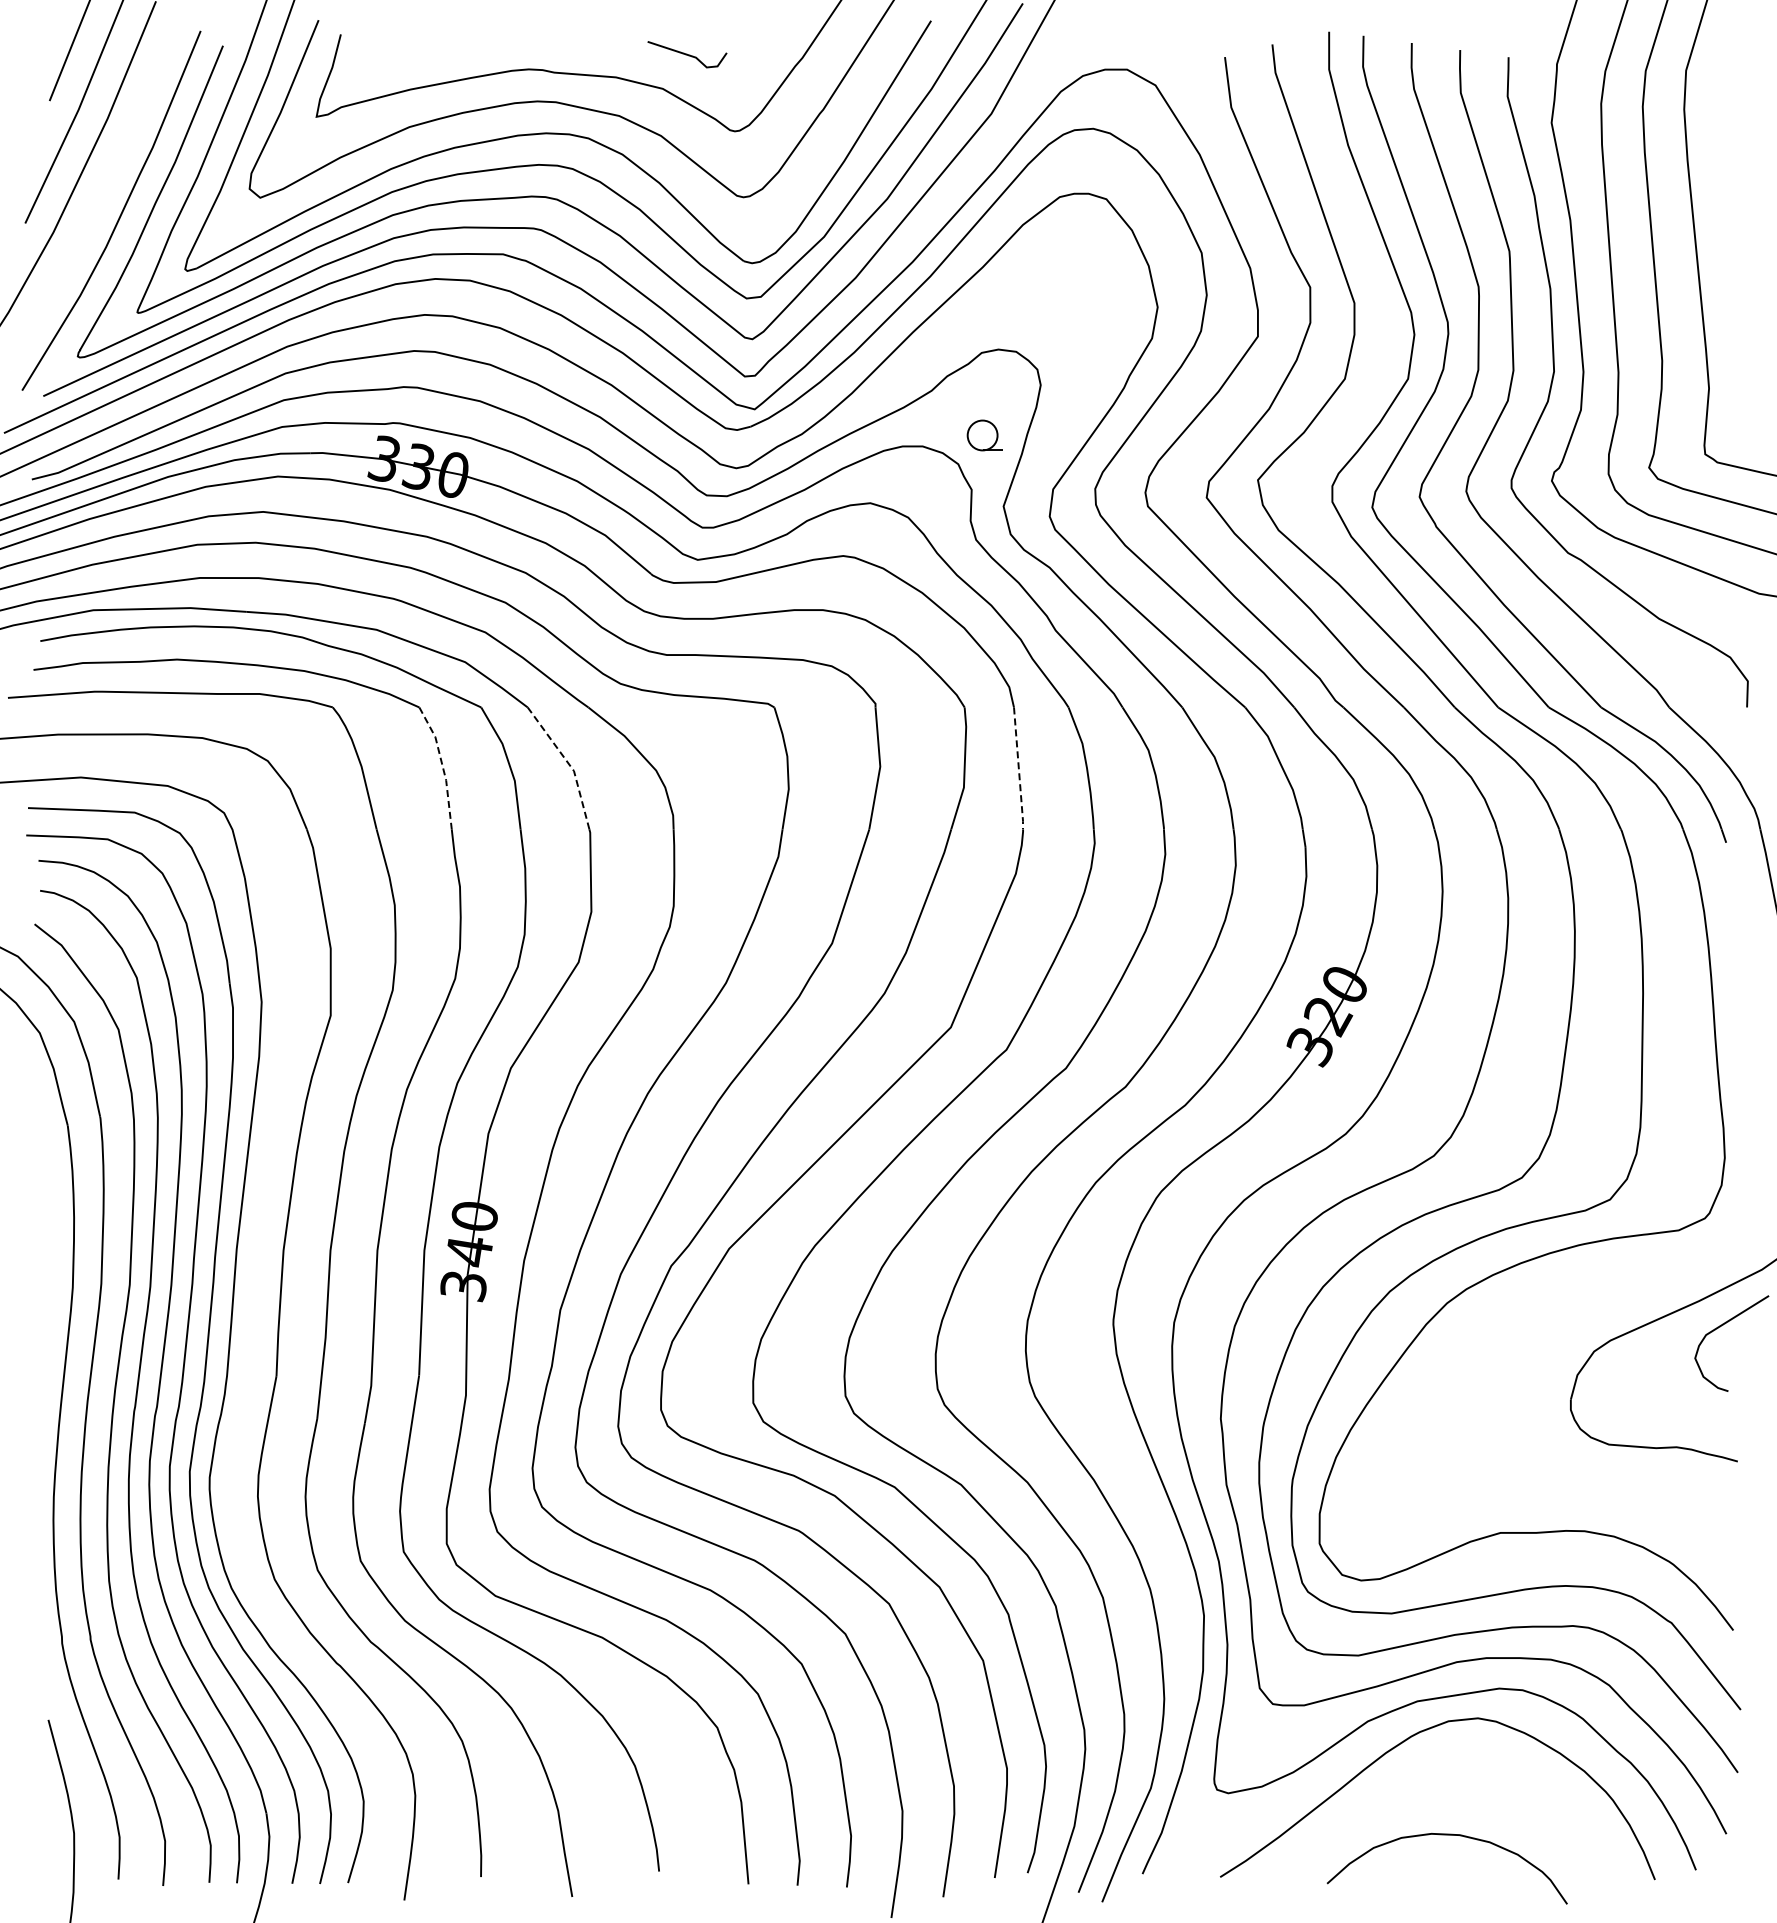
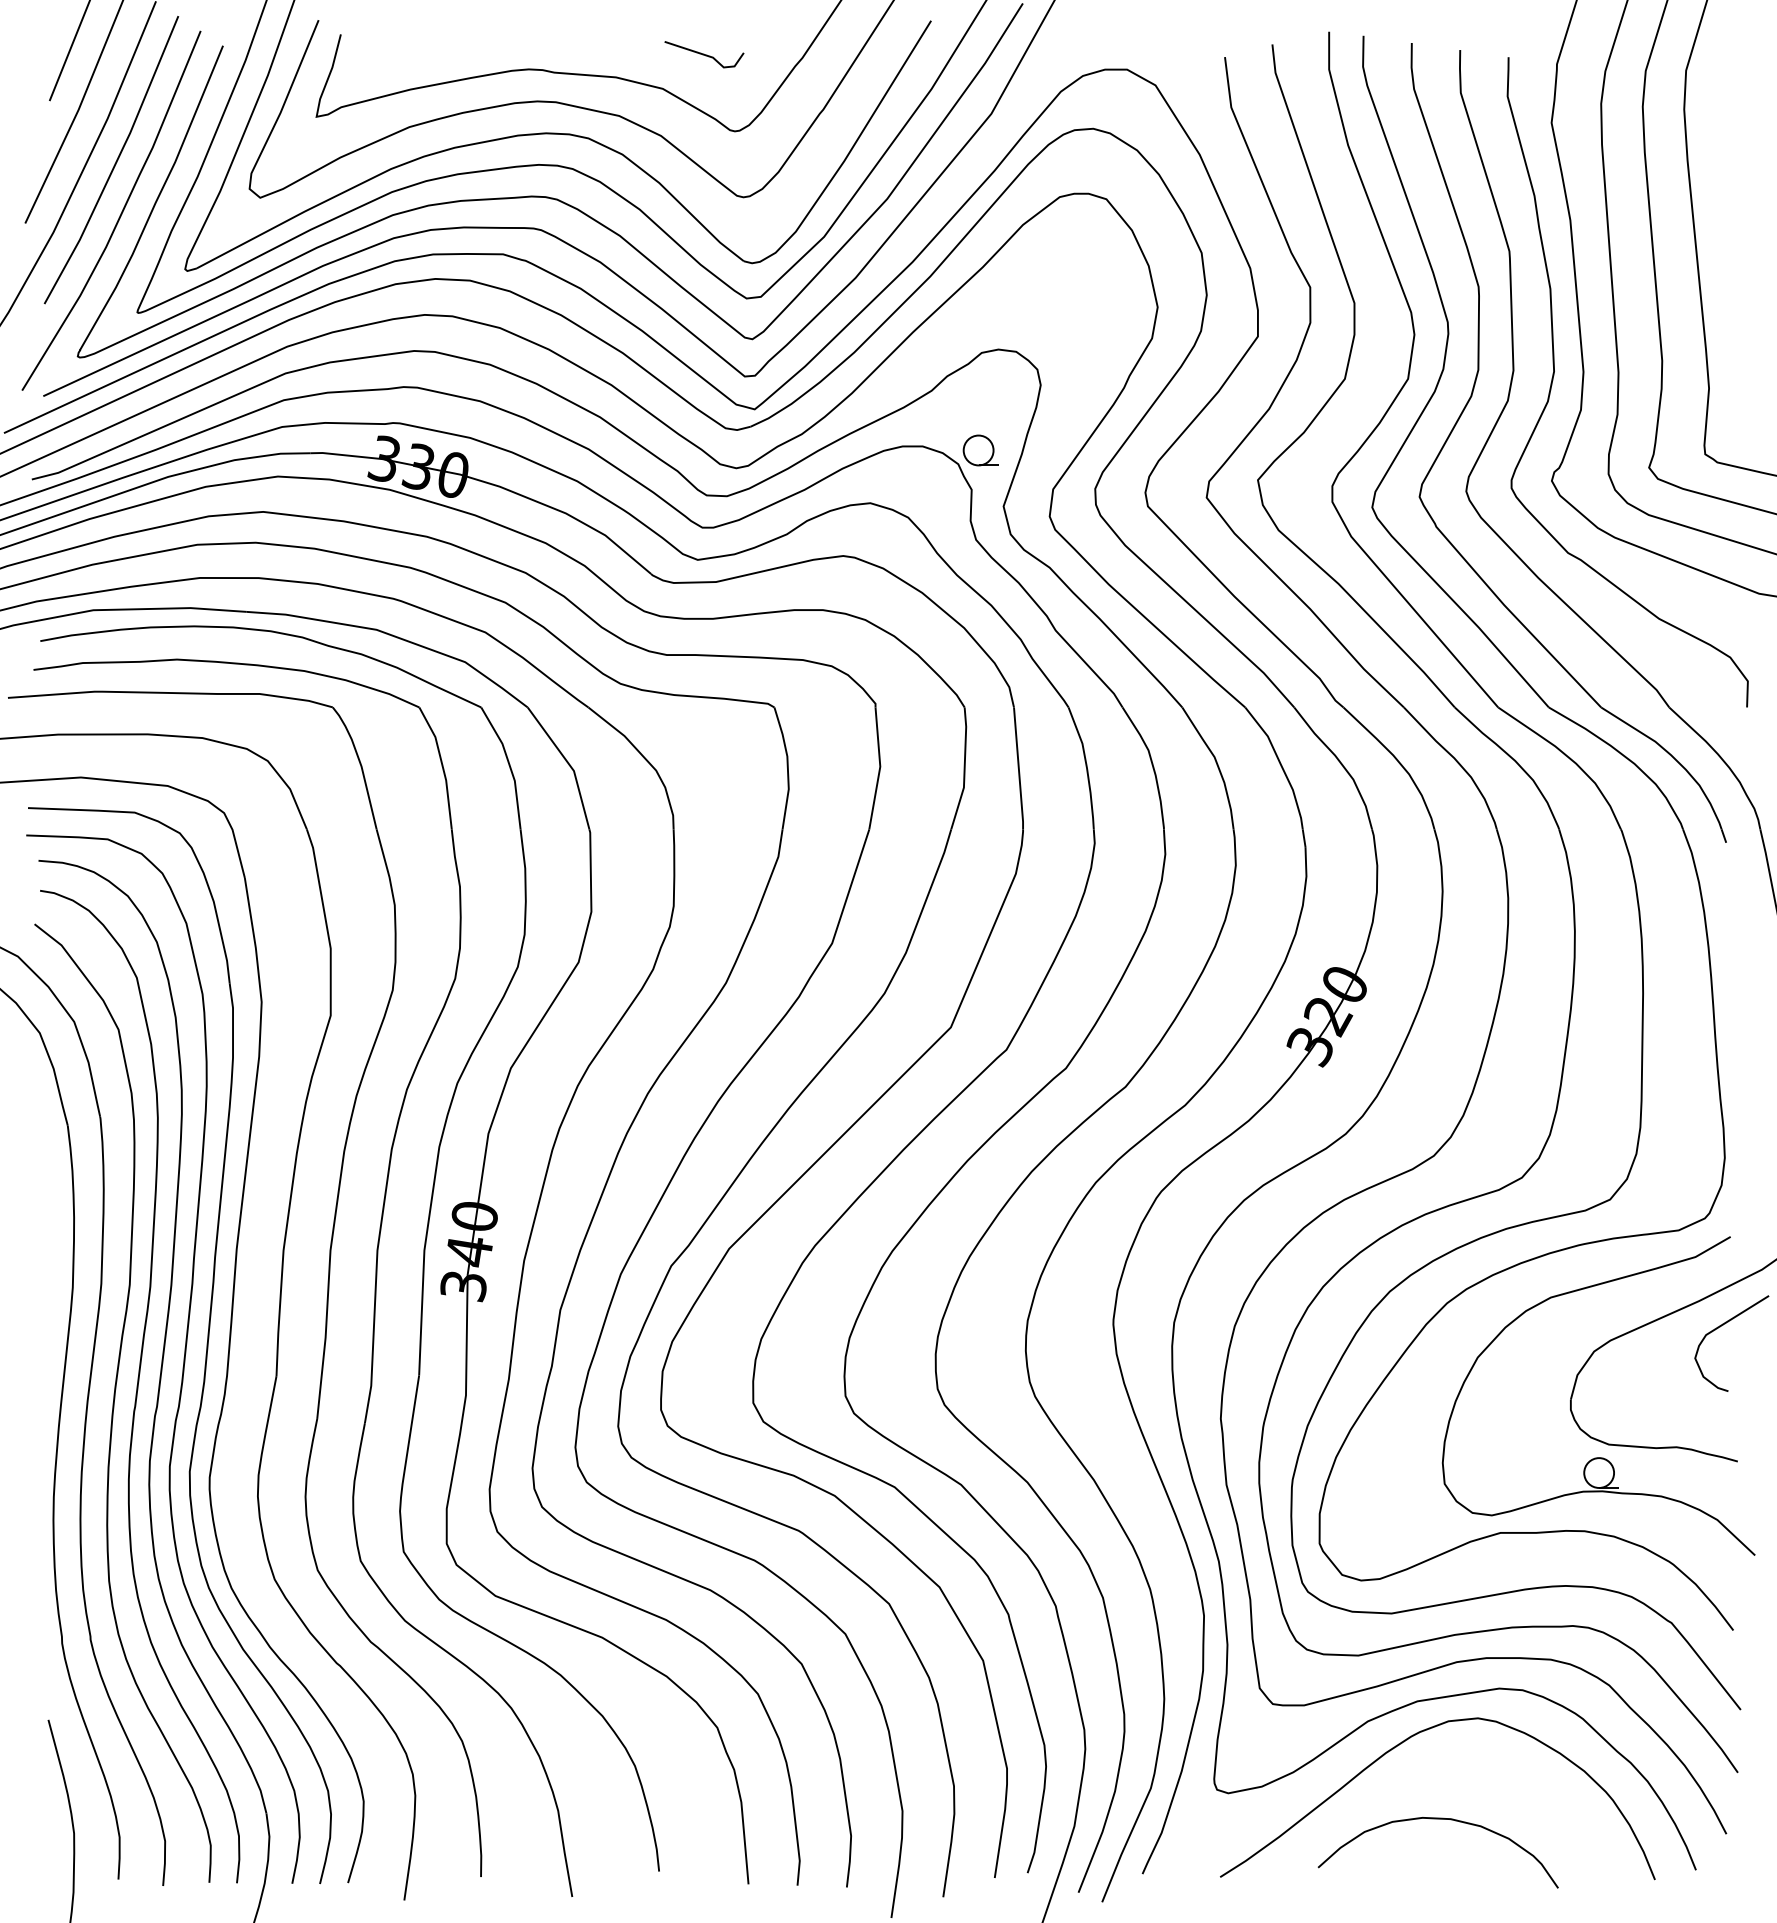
line at (687, 54) position: (687, 54) -> (704, 54)
line at (115, 161): none -> present
part at (984, 435) position: (984, 435) -> (980, 450)
line at (568, 763): dashed -> solid
line at (442, 766): dashed -> solid
line at (1018, 769): dashed -> solid
part at (1598, 1457): none -> present
curve at (1446, 1835) position: (1446, 1835) -> (1437, 1819)
